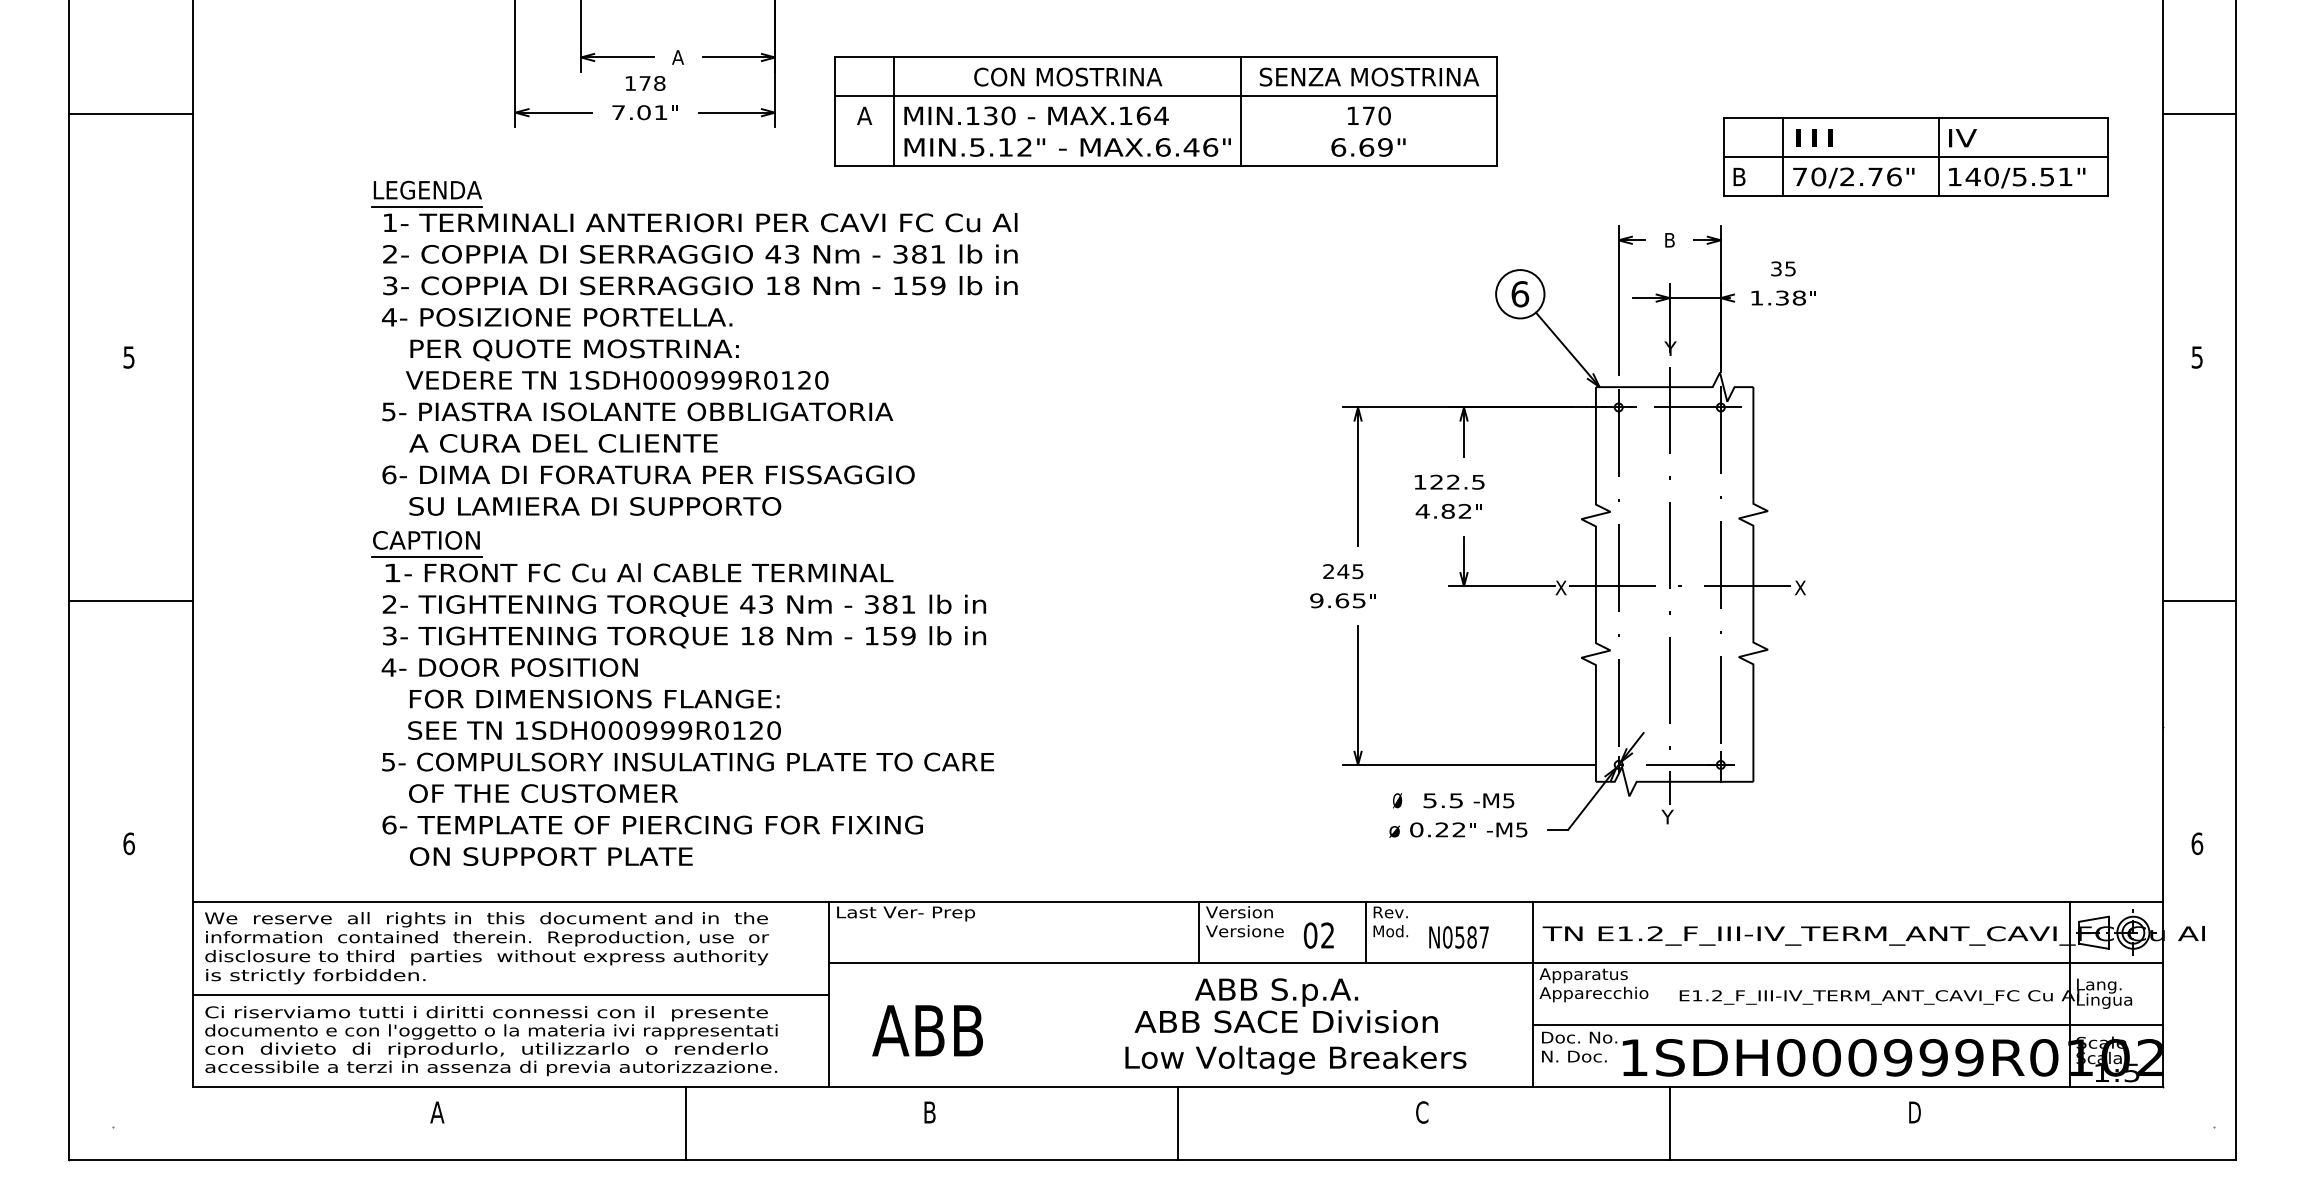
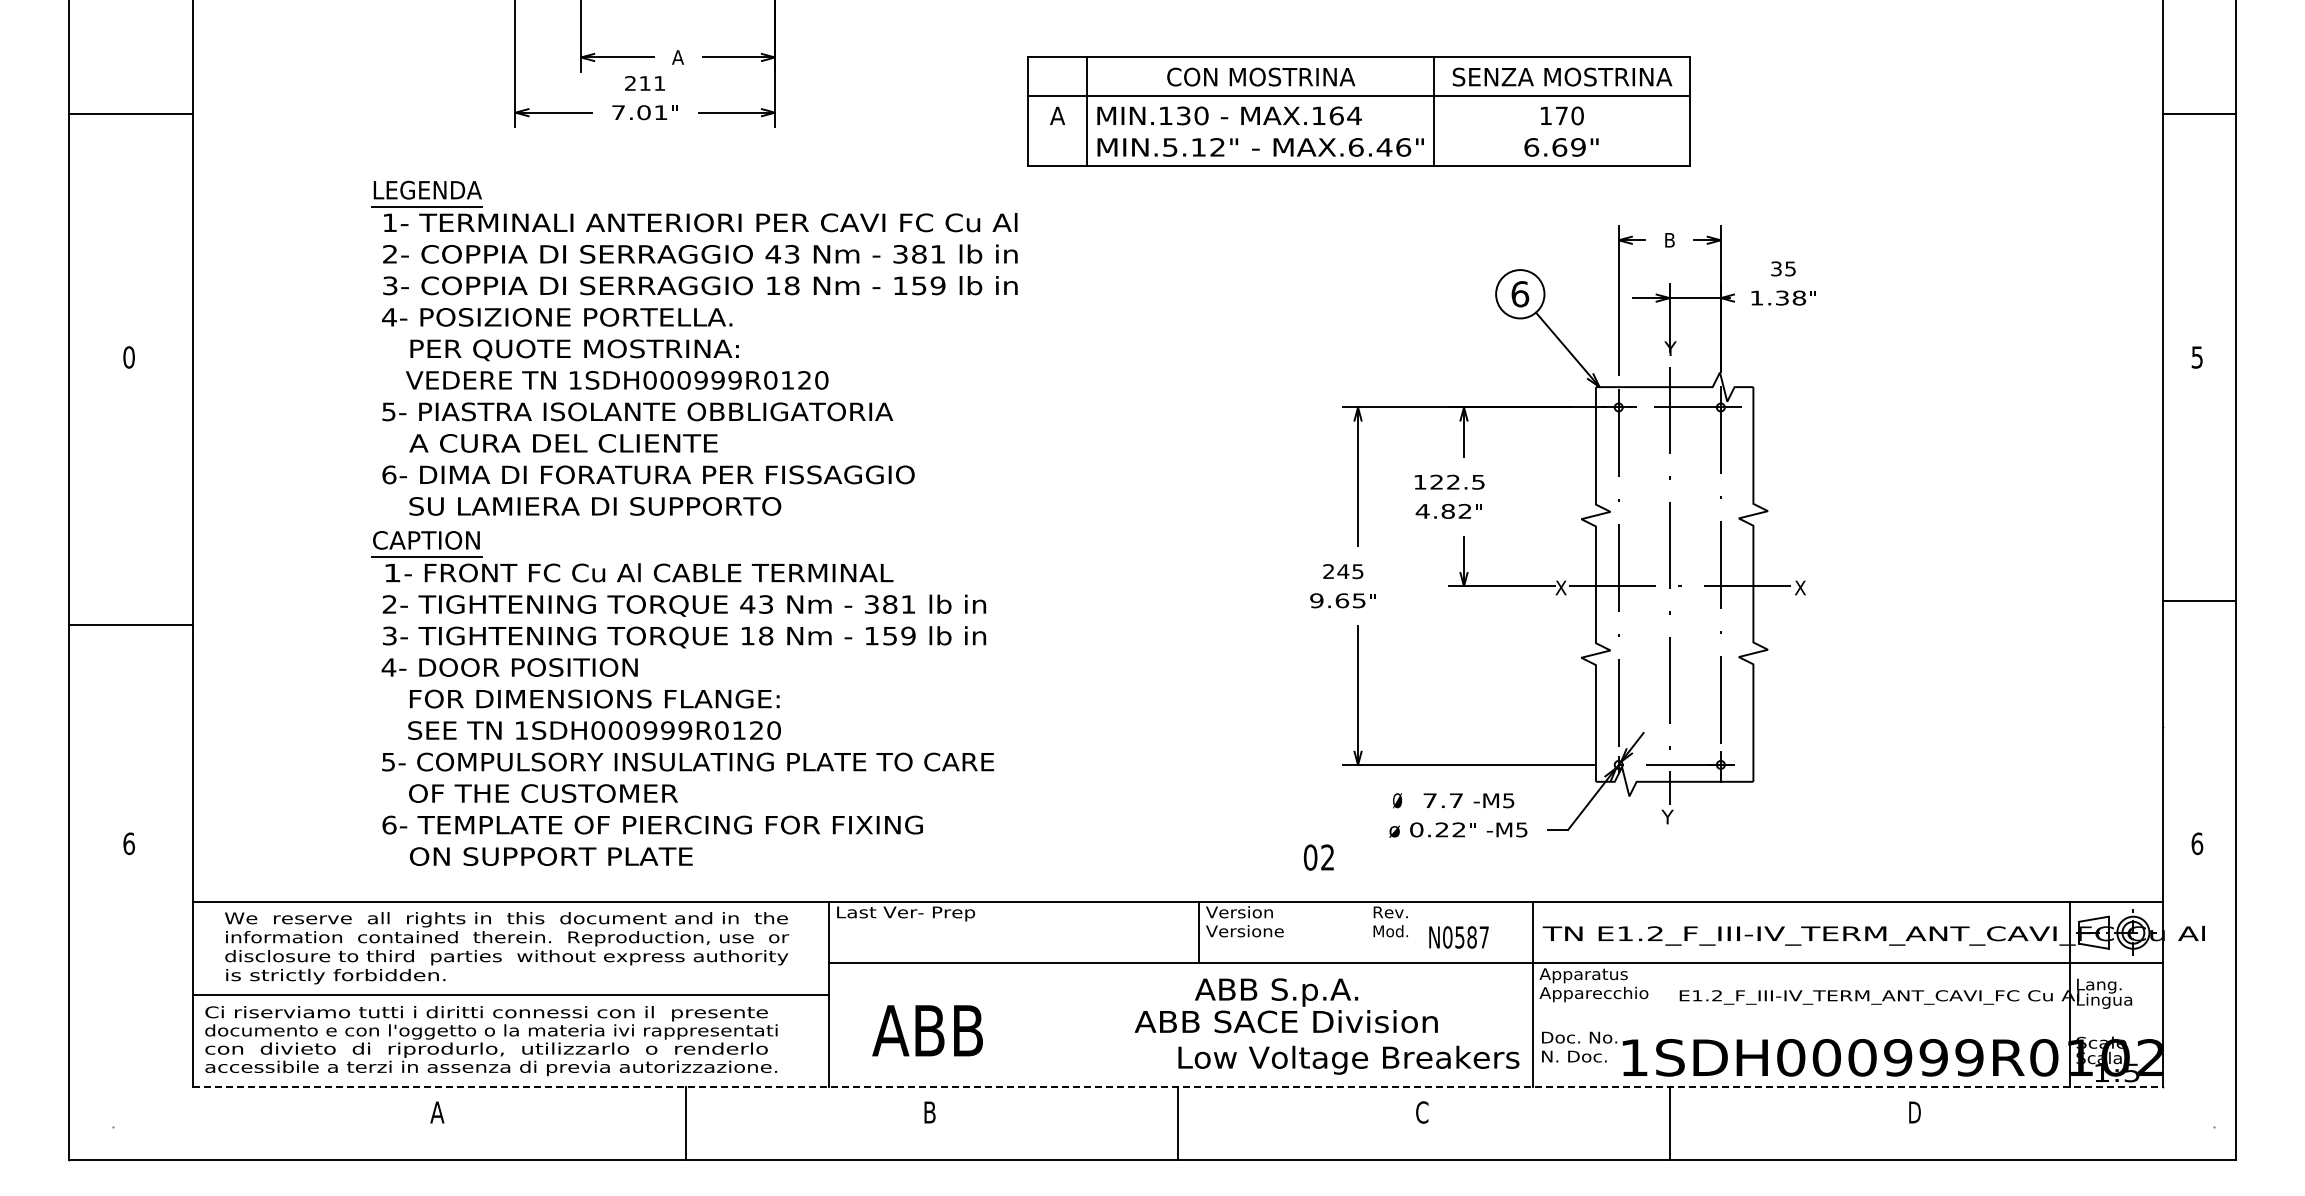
text at (645, 83): 178 -> 211
part at (1165, 111) position: (1165, 111) -> (1358, 111)
part at (1915, 156): present -> none
text at (128, 357): 5 -> 0
line at (131, 600) position: (131, 600) -> (131, 624)
text at (1442, 800): 5.5 -> 7.7
line at (1365, 932): present -> none
text at (1318, 935) position: (1318, 935) -> (1318, 857)
text at (486, 948) position: (486, 948) -> (506, 948)
line at (1847, 1025): present -> none
text at (1295, 1059) position: (1295, 1059) -> (1348, 1059)
line at (1178, 1086): solid -> dashed
